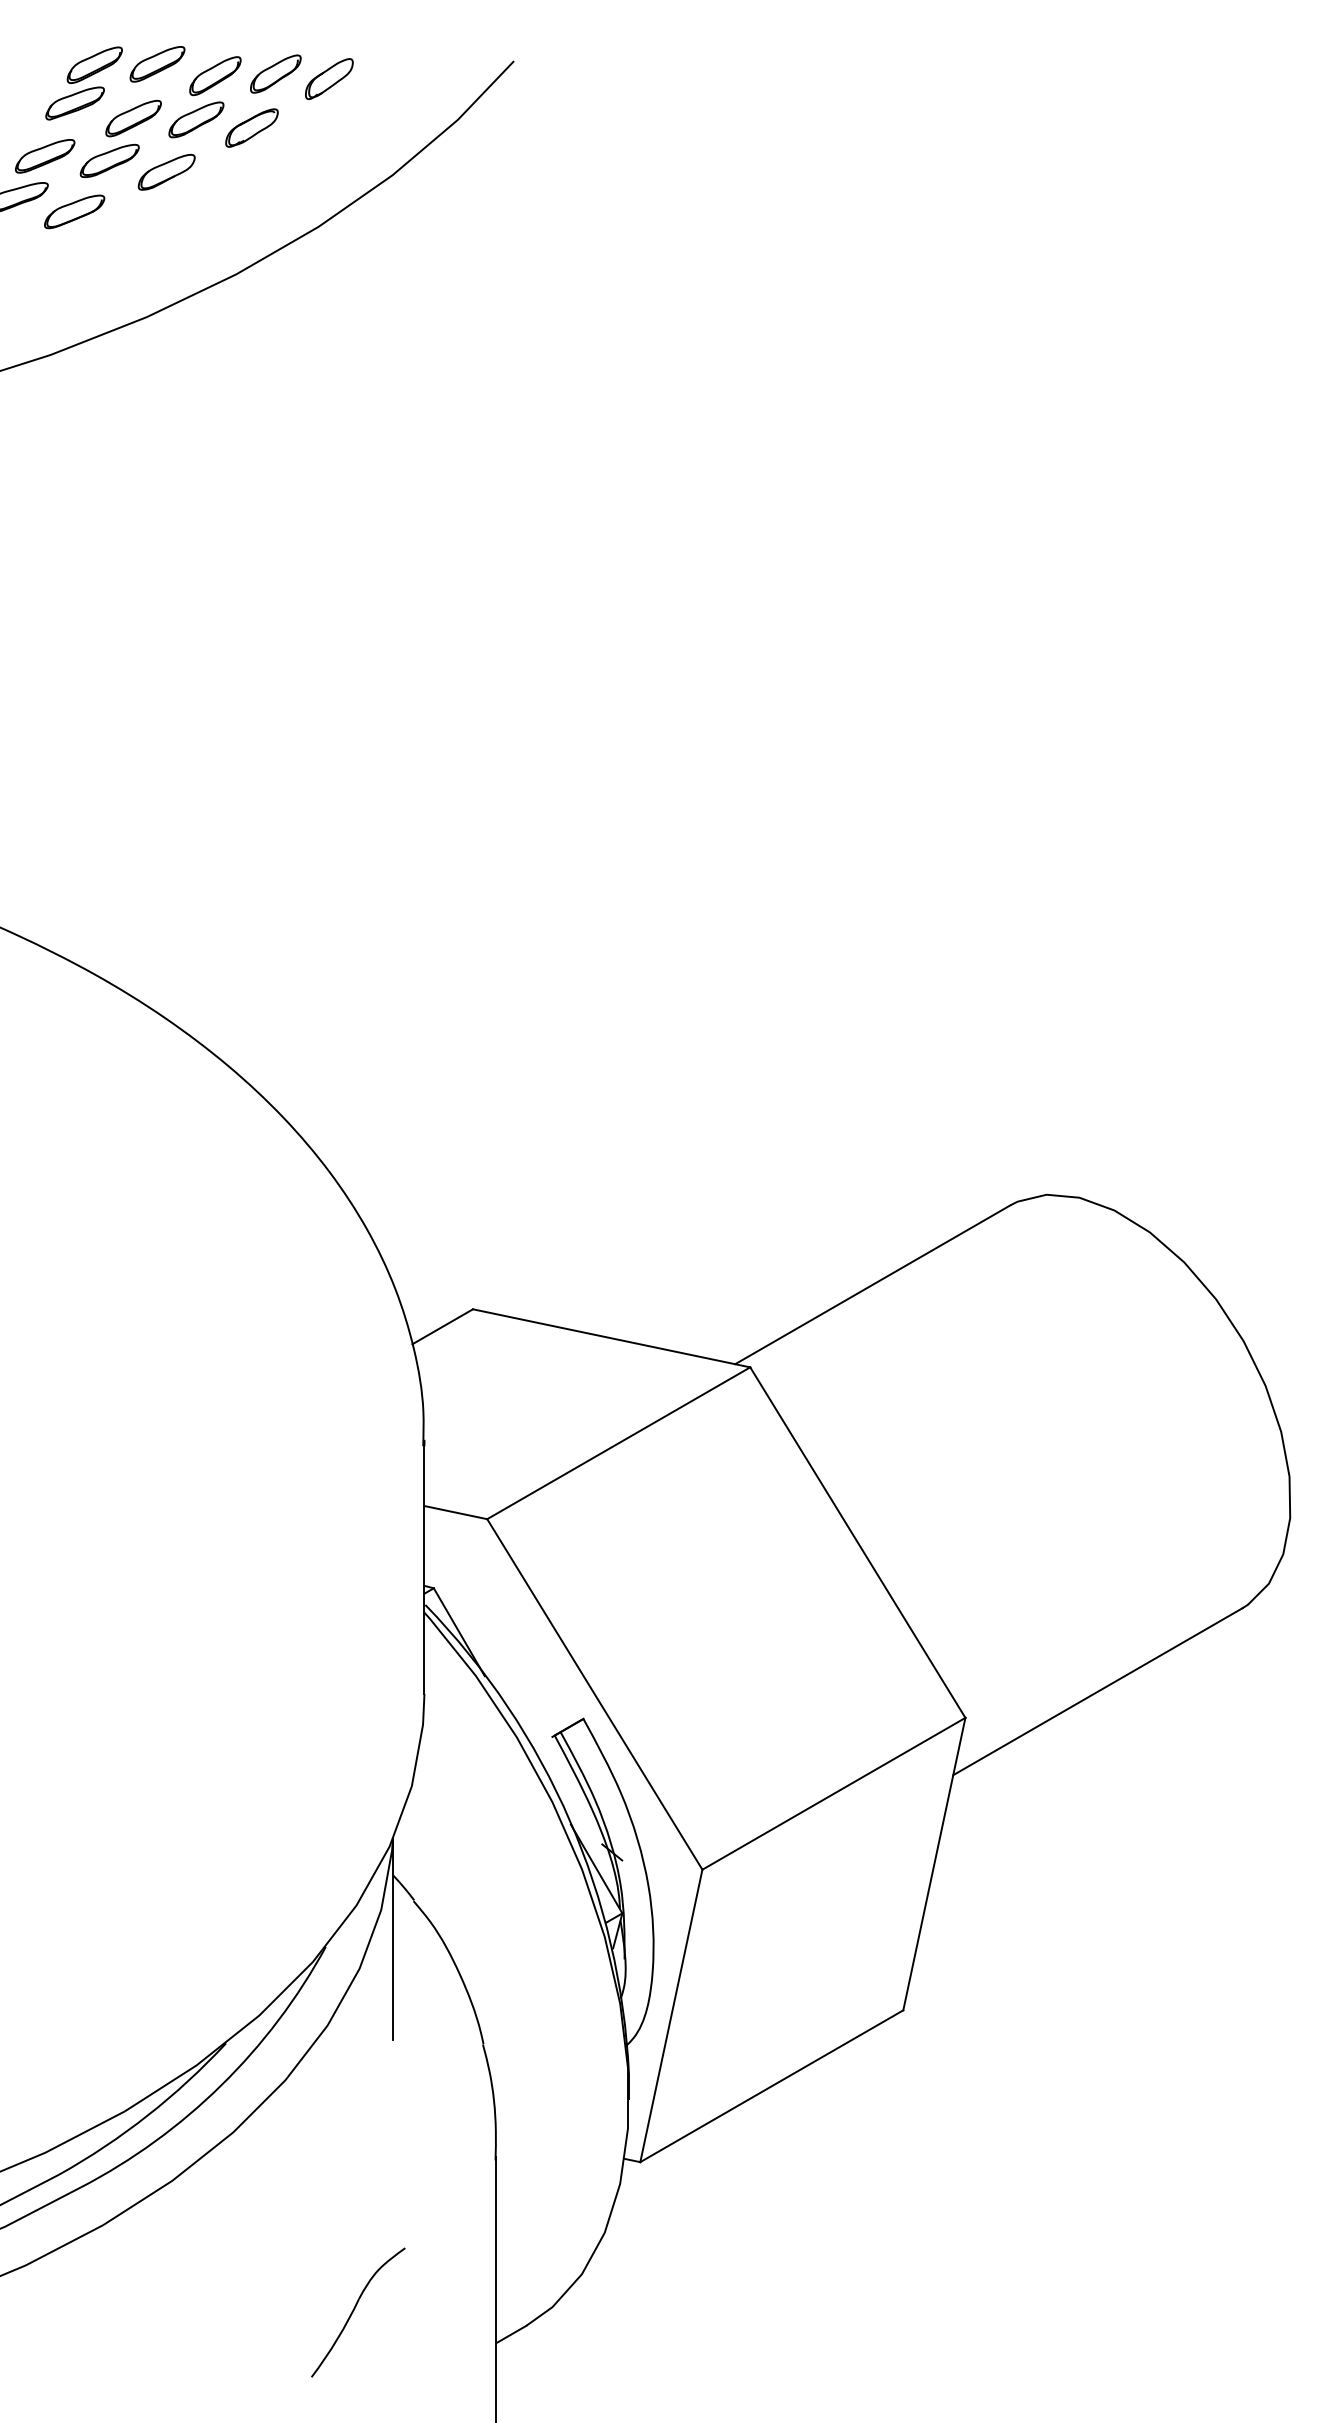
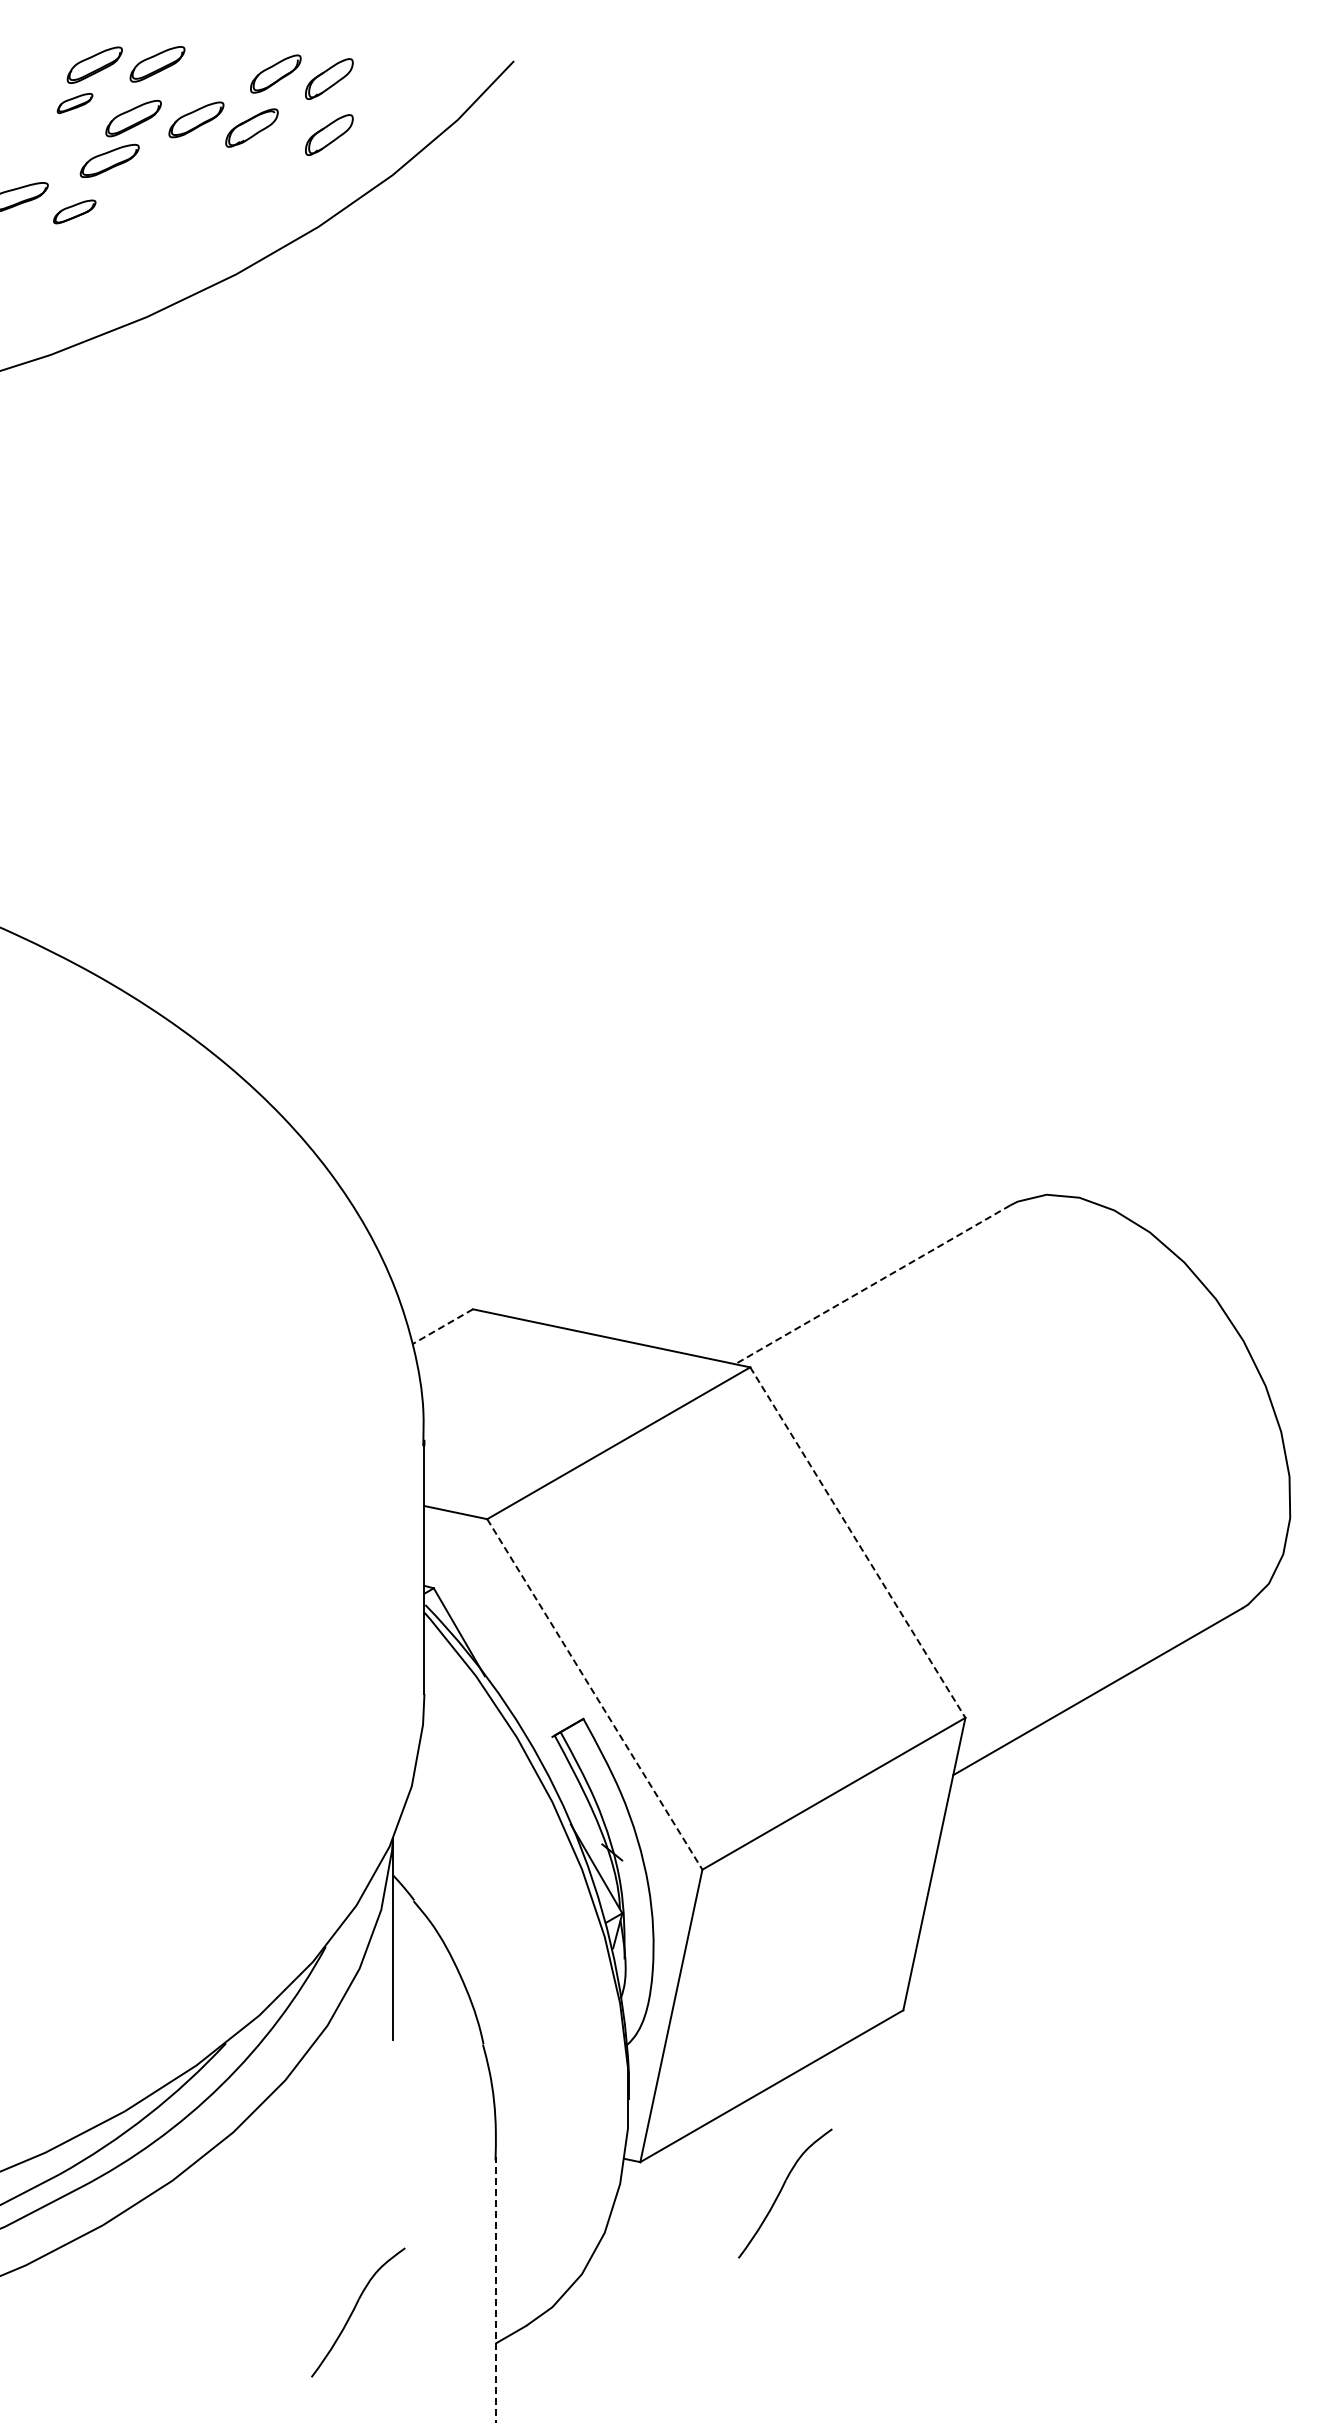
part at (215, 76): present -> none
part at (74, 103) size: 60x35 px -> 38x22 px
part at (329, 134): none -> present
part at (45, 156): present -> none
part at (166, 172): present -> none
part at (74, 211) size: 62x36 px -> 44x26 px
line at (872, 1284): solid -> dashed
line at (442, 1326): solid -> dashed
line at (857, 1542): solid -> dashed
line at (594, 1694): solid -> dashed
part at (785, 2193): none -> present
line at (496, 2290): solid -> dashed
